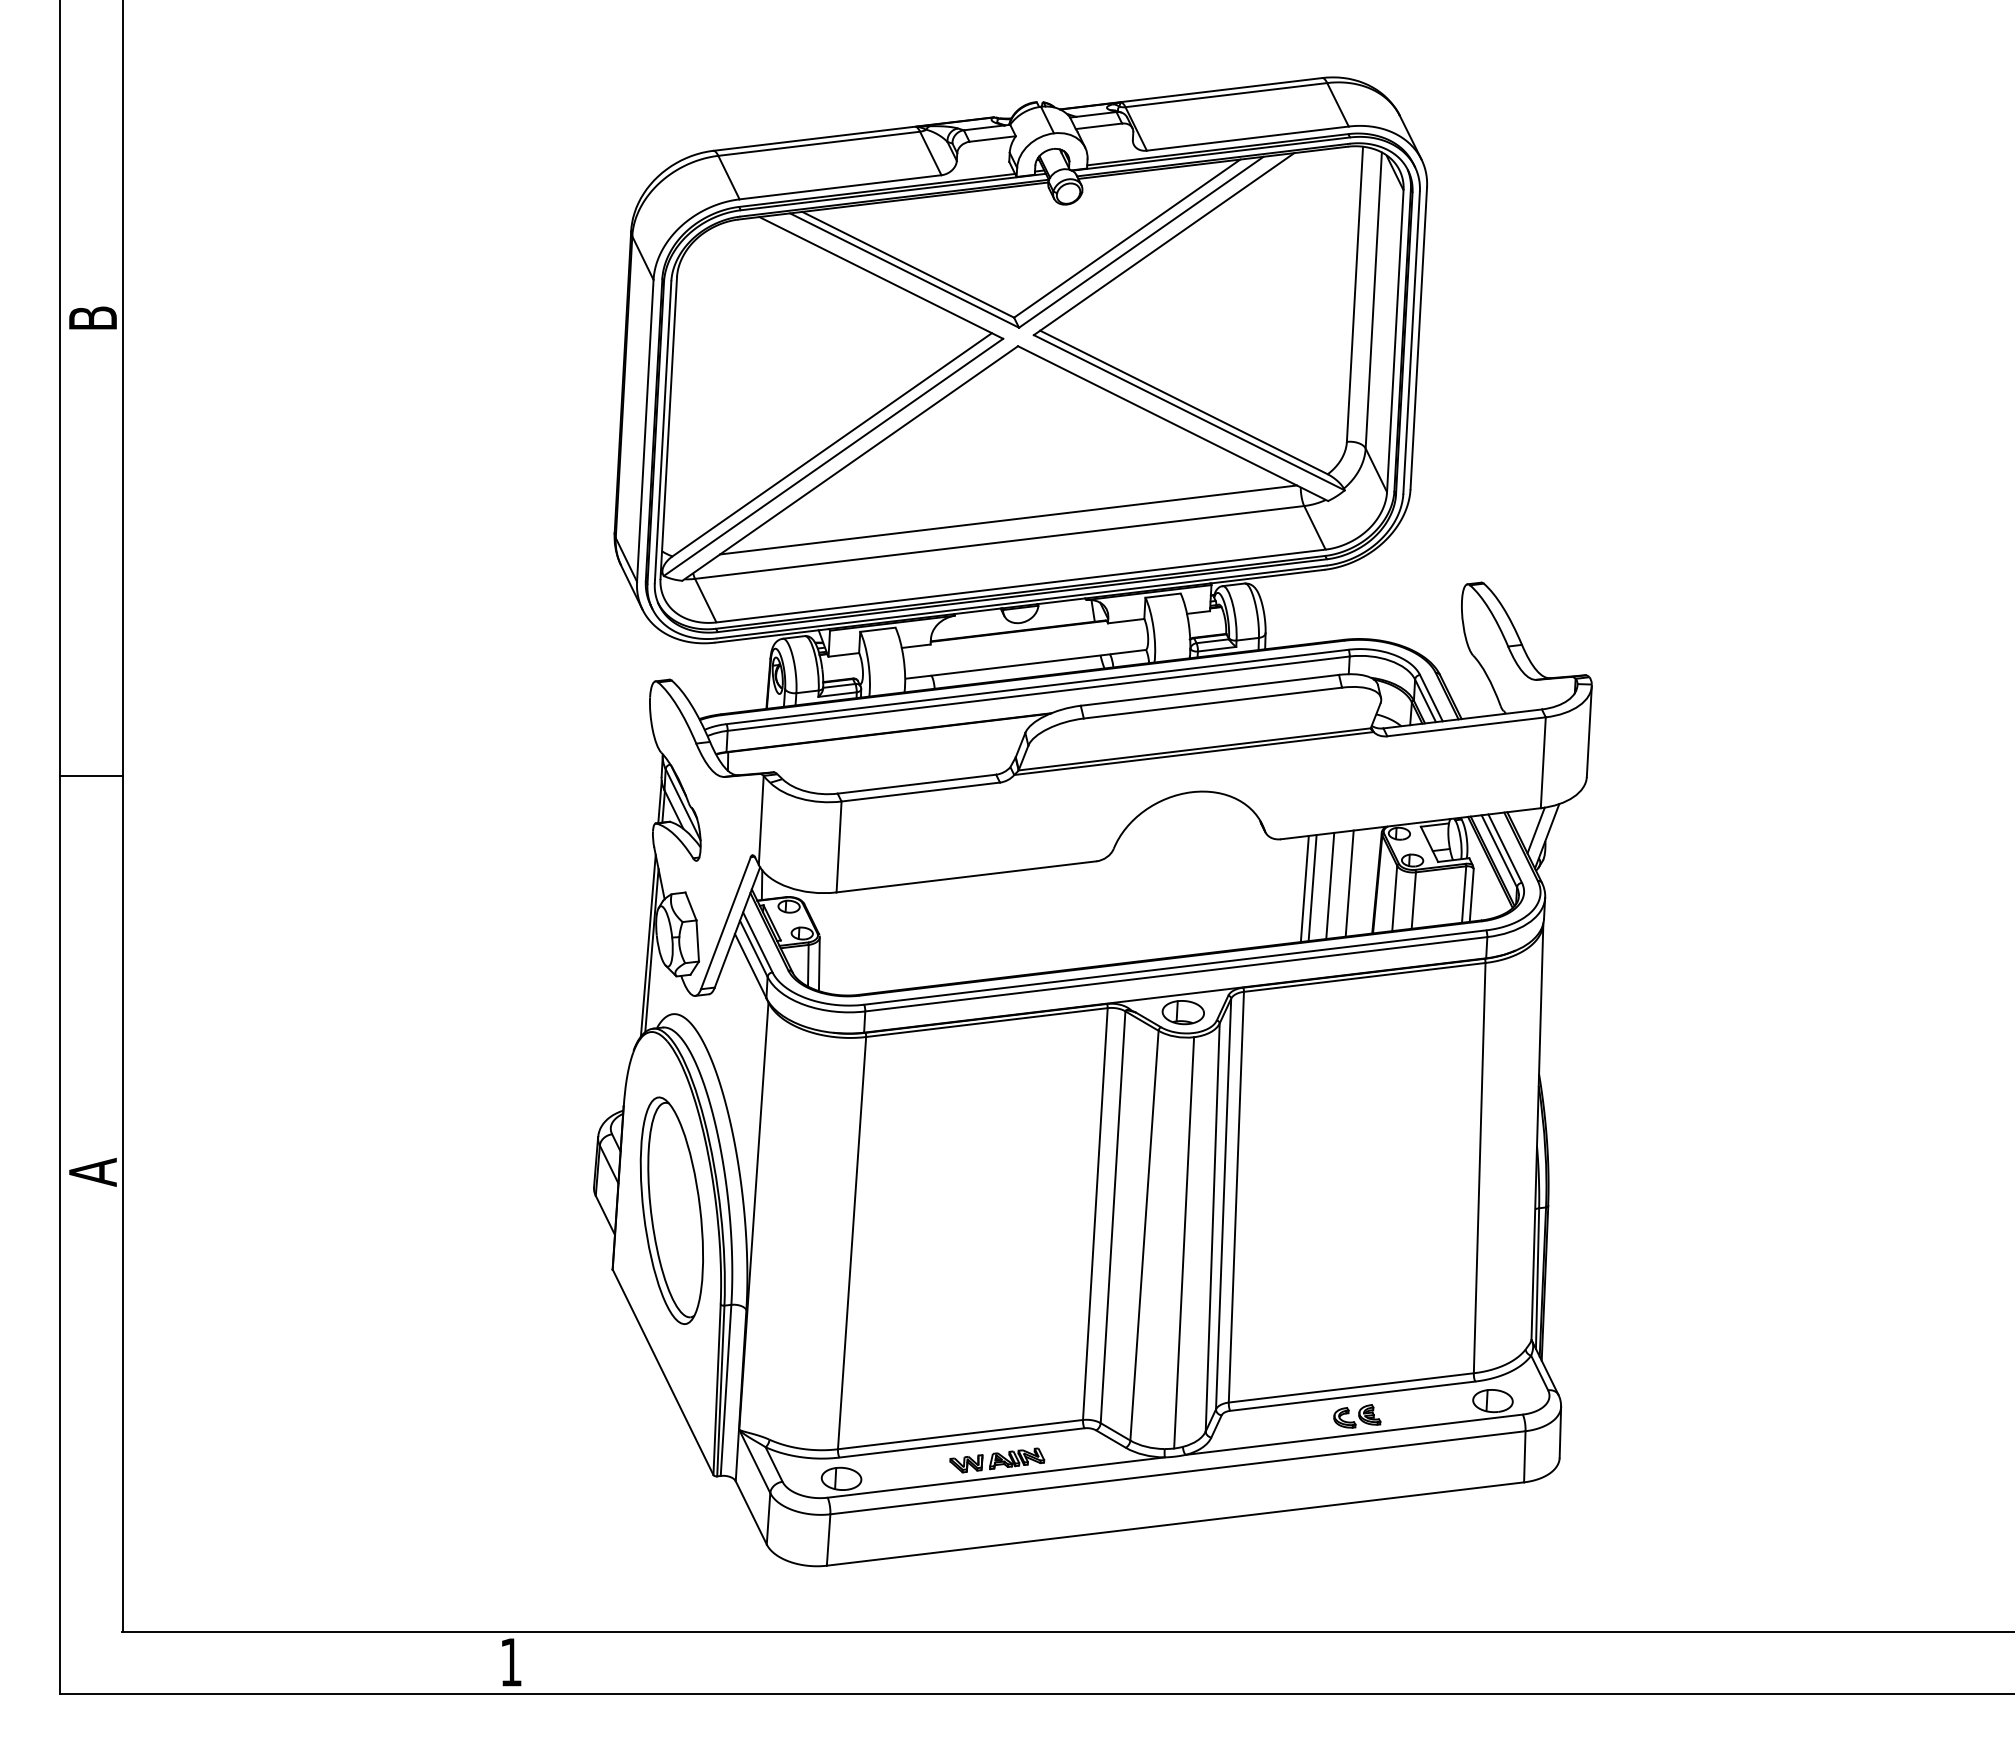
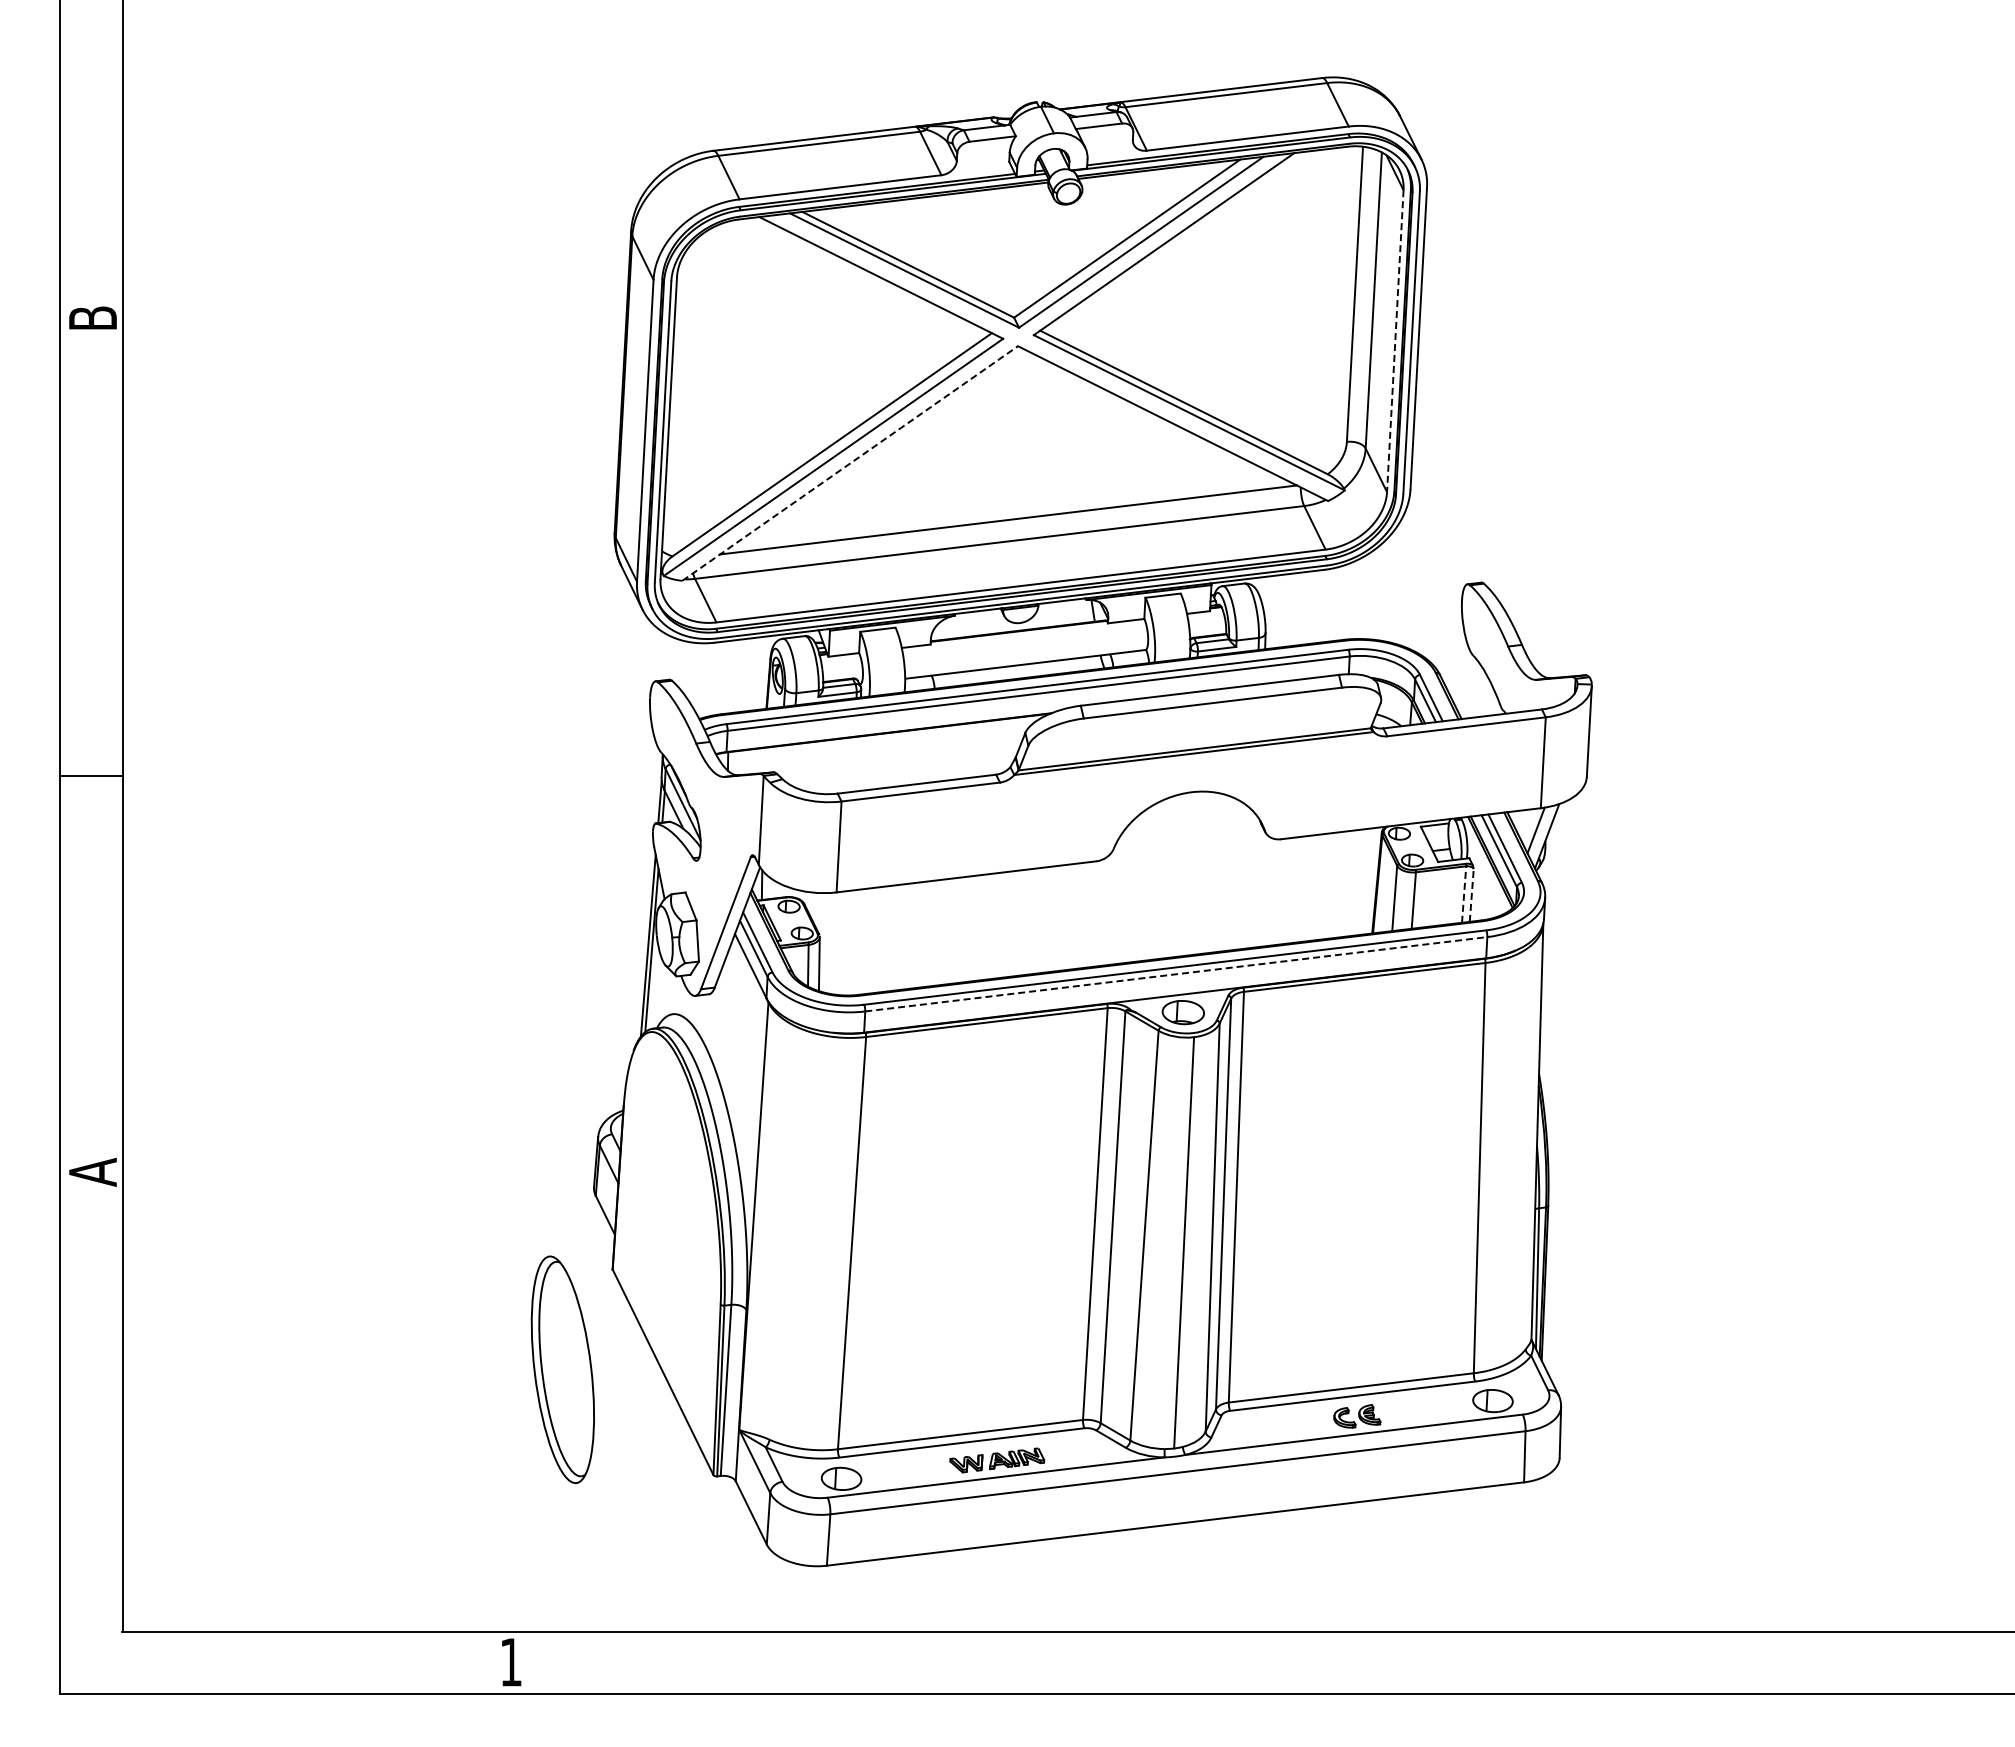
line at (1395, 341): solid -> dashed
line at (850, 463): solid -> dashed
line at (1349, 883): present -> none
line at (1330, 885): present -> none
line at (1304, 888): present -> none
line at (1312, 888): present -> none
line at (1464, 894): solid -> dashed
line at (1471, 895): solid -> dashed
line at (1176, 974): solid -> dashed
part at (671, 1210) position: (671, 1210) -> (562, 1369)
